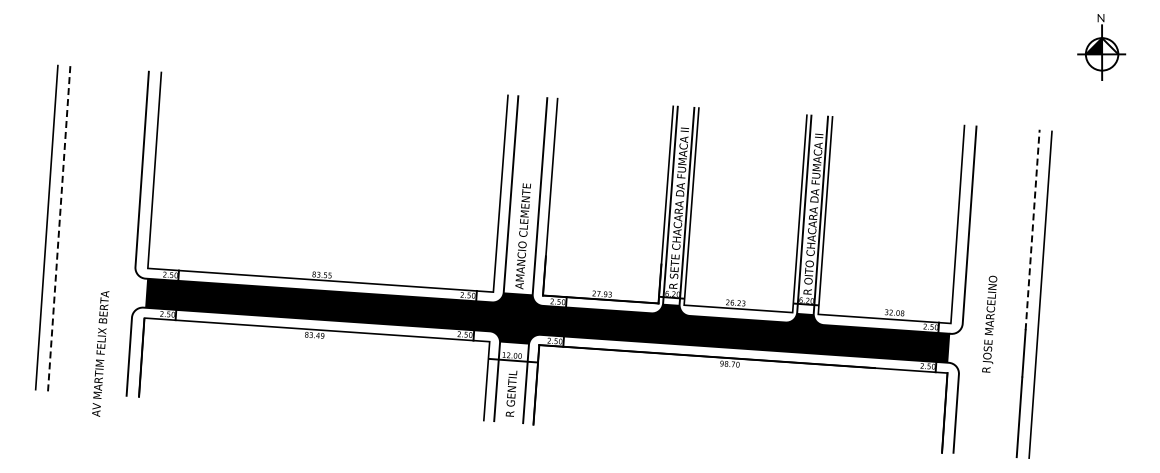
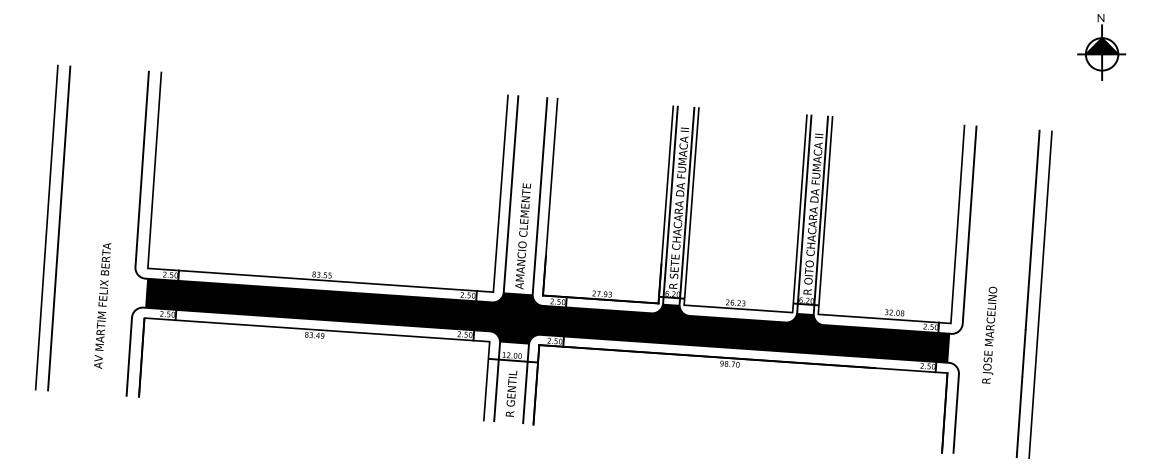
fill at (1110, 46): none -> present
line at (59, 227): dashed -> solid
line at (1032, 229): dashed -> solid
text at (989, 323) position: (989, 323) -> (989, 334)
text at (100, 353) position: (100, 353) -> (102, 305)
